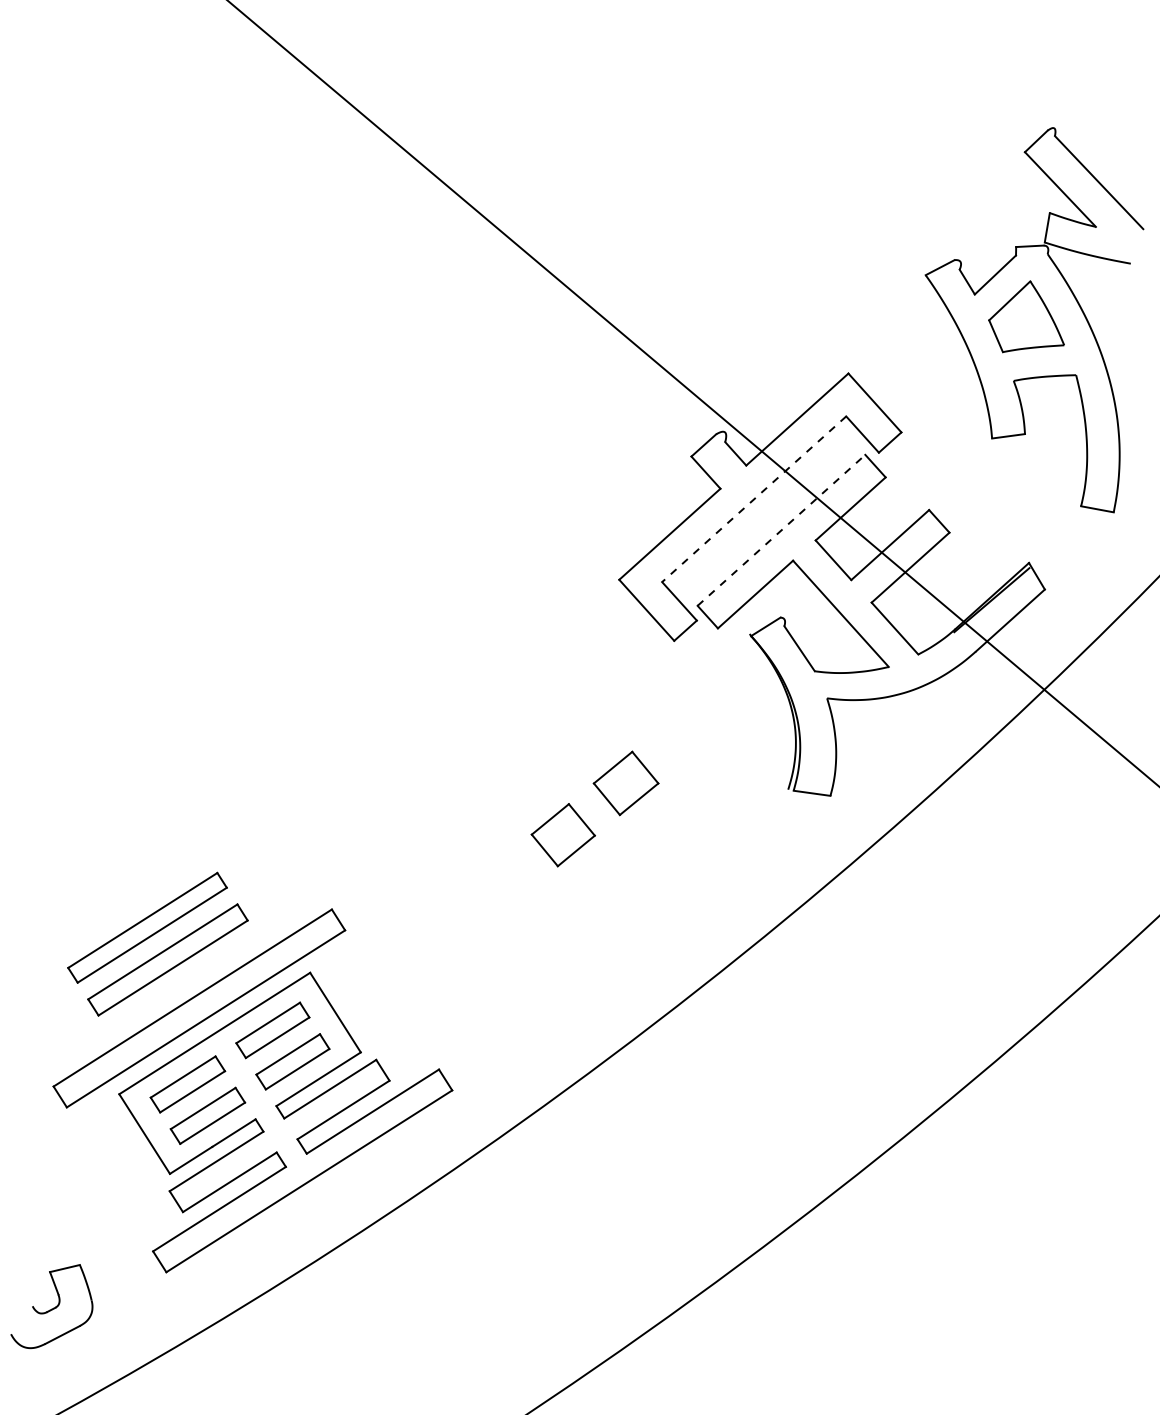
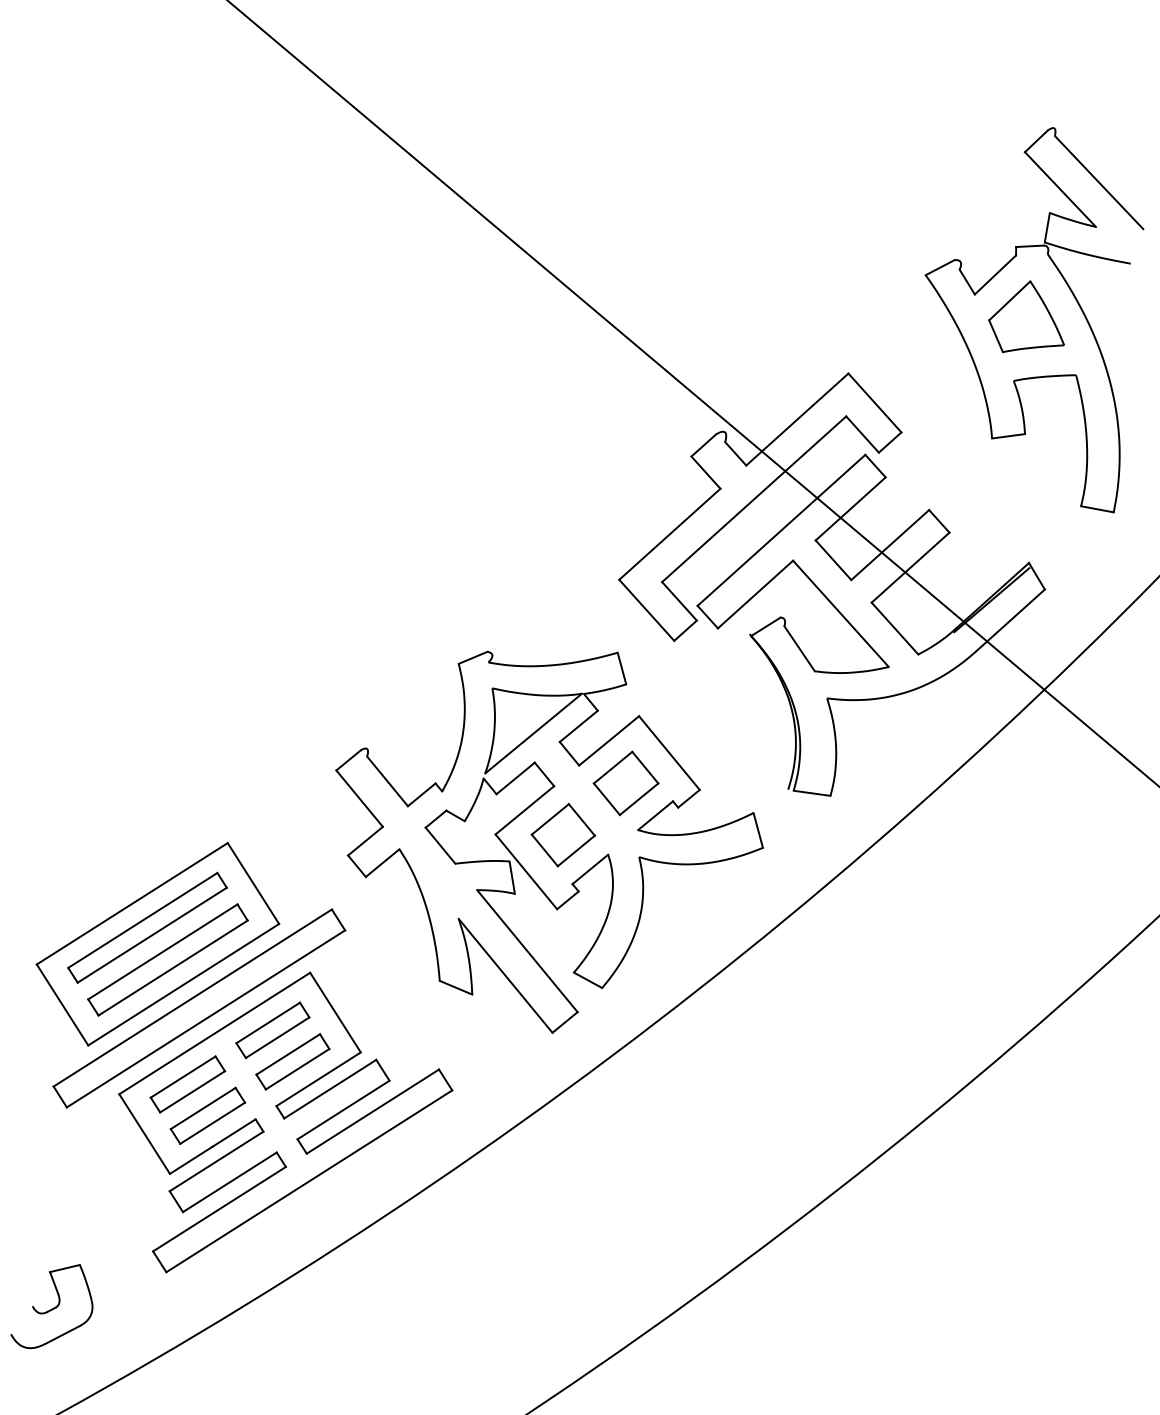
line at (754, 499): dashed -> solid
line at (781, 530): dashed -> solid
part at (549, 841): none -> present
part at (157, 944): none -> present
